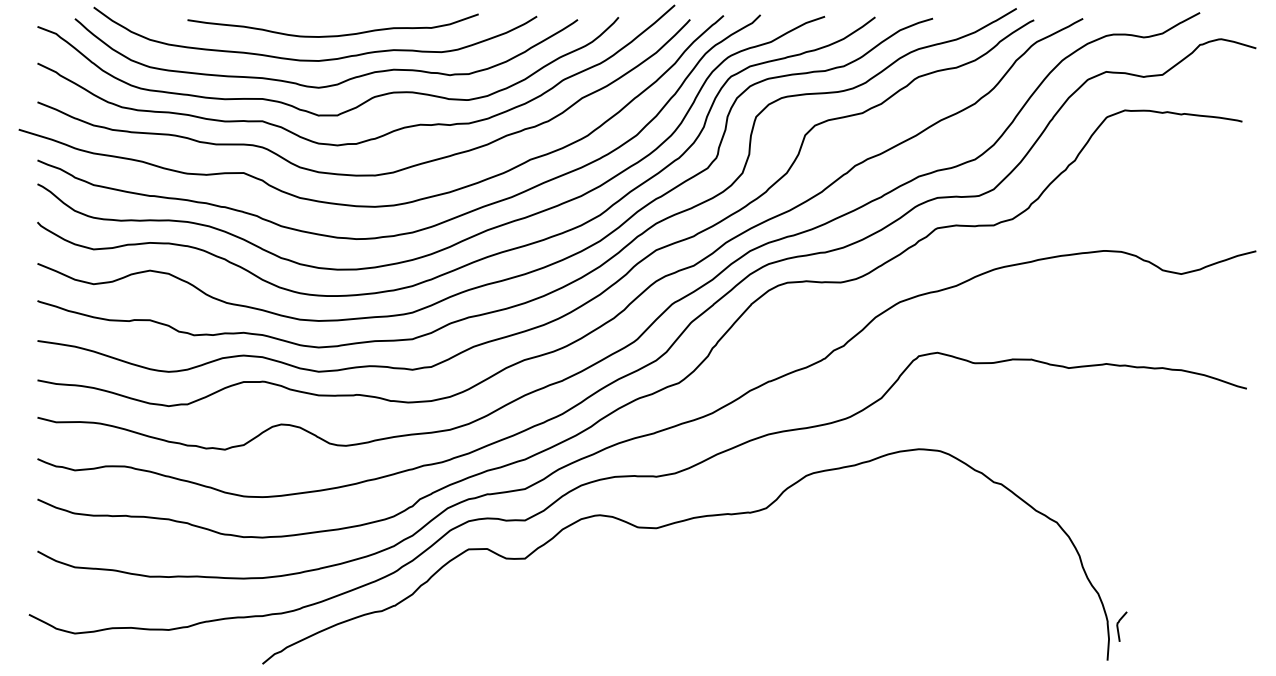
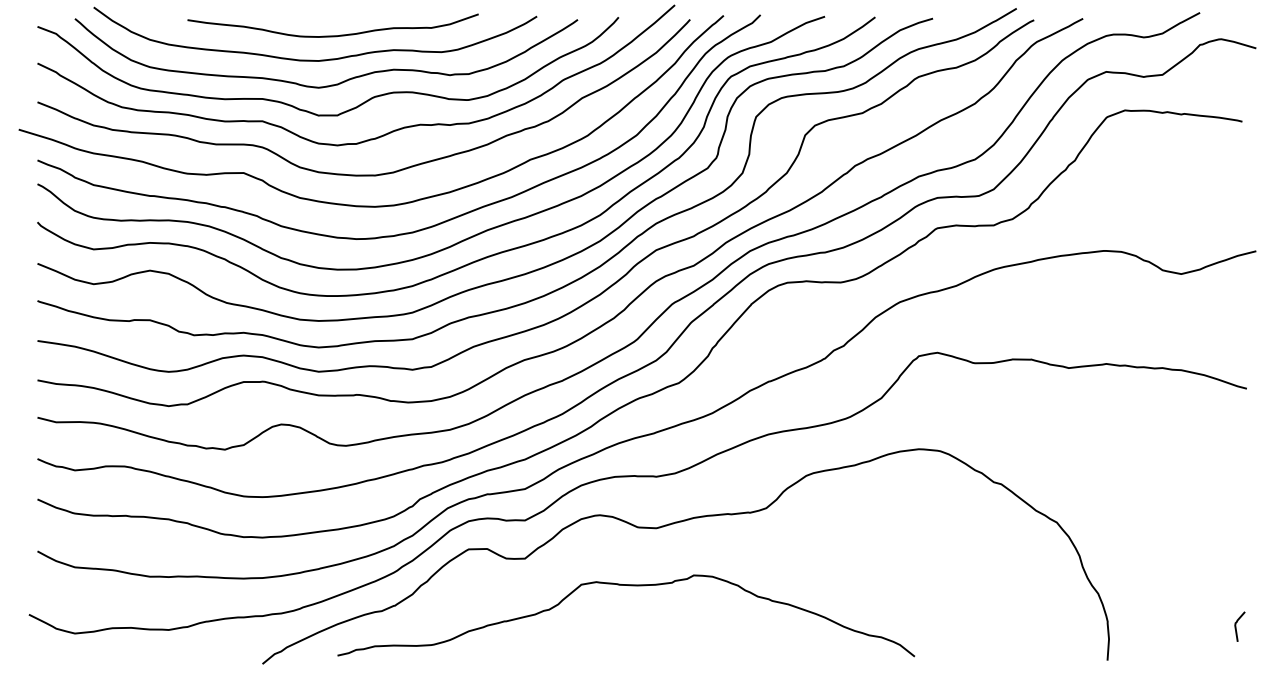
curve at (629, 586): none -> present
curve at (1118, 626) position: (1118, 626) -> (1236, 626)
